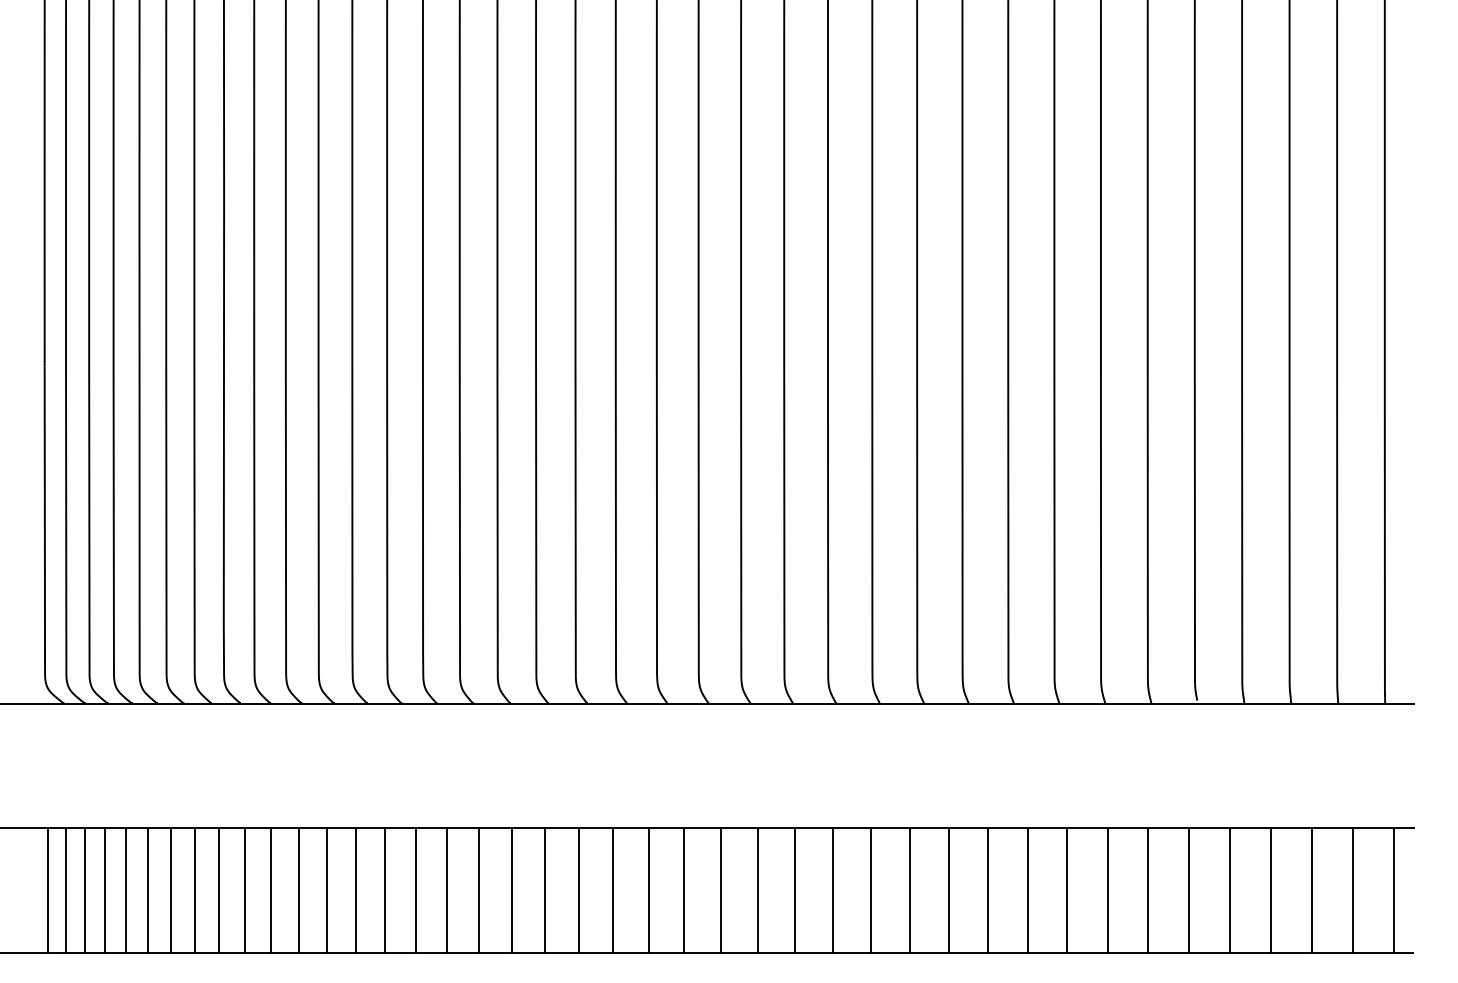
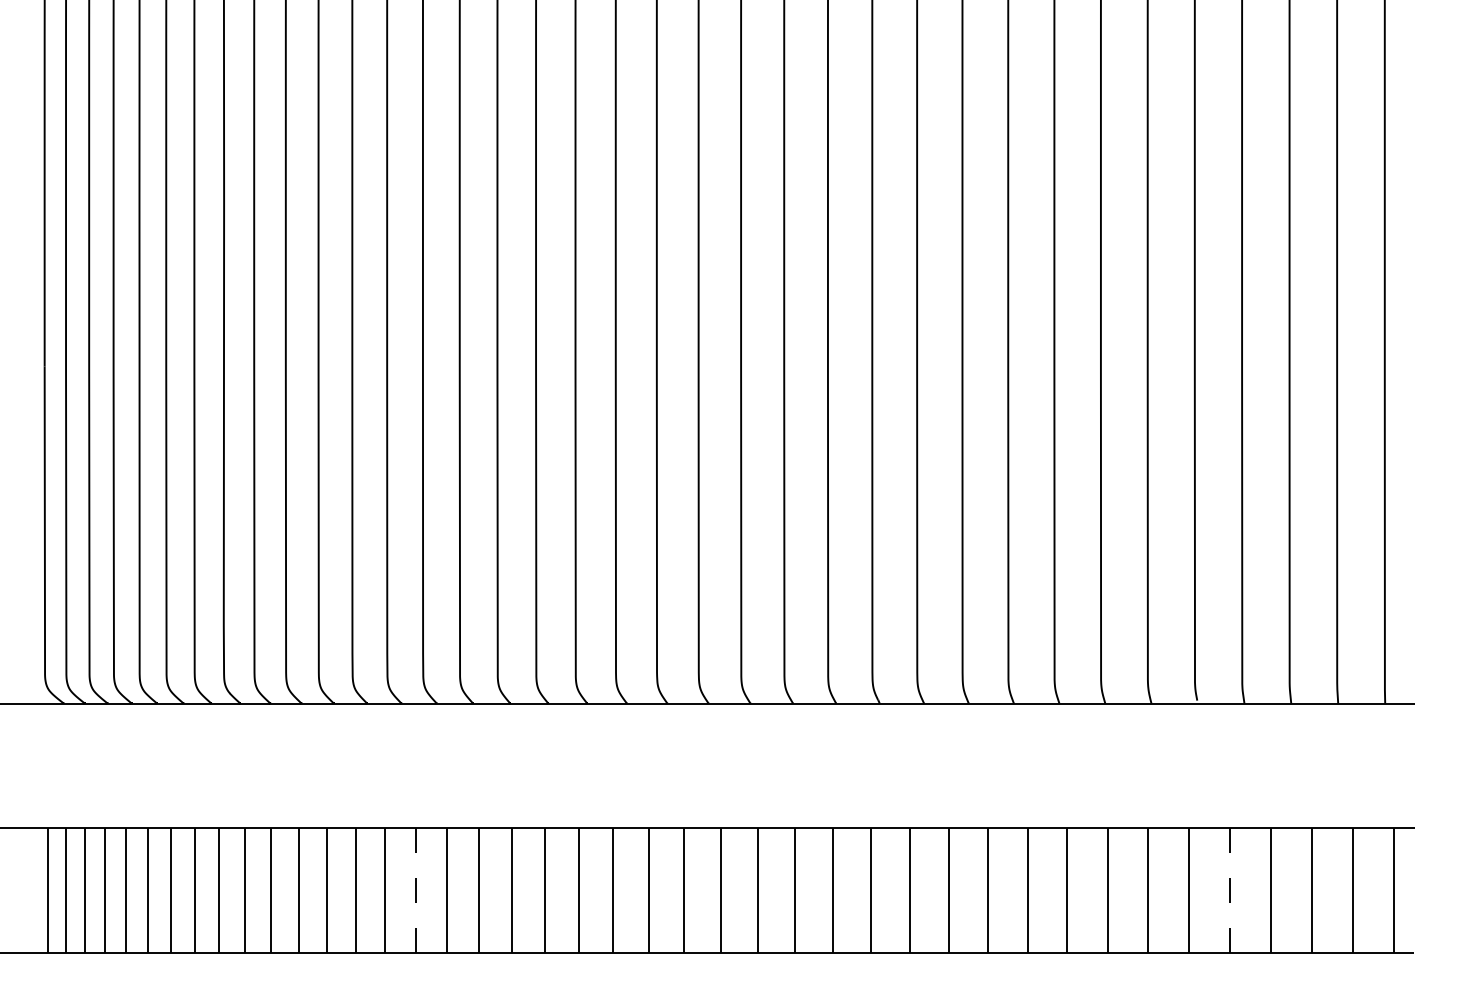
line at (415, 890): solid -> dashed
line at (1229, 890): solid -> dashed
